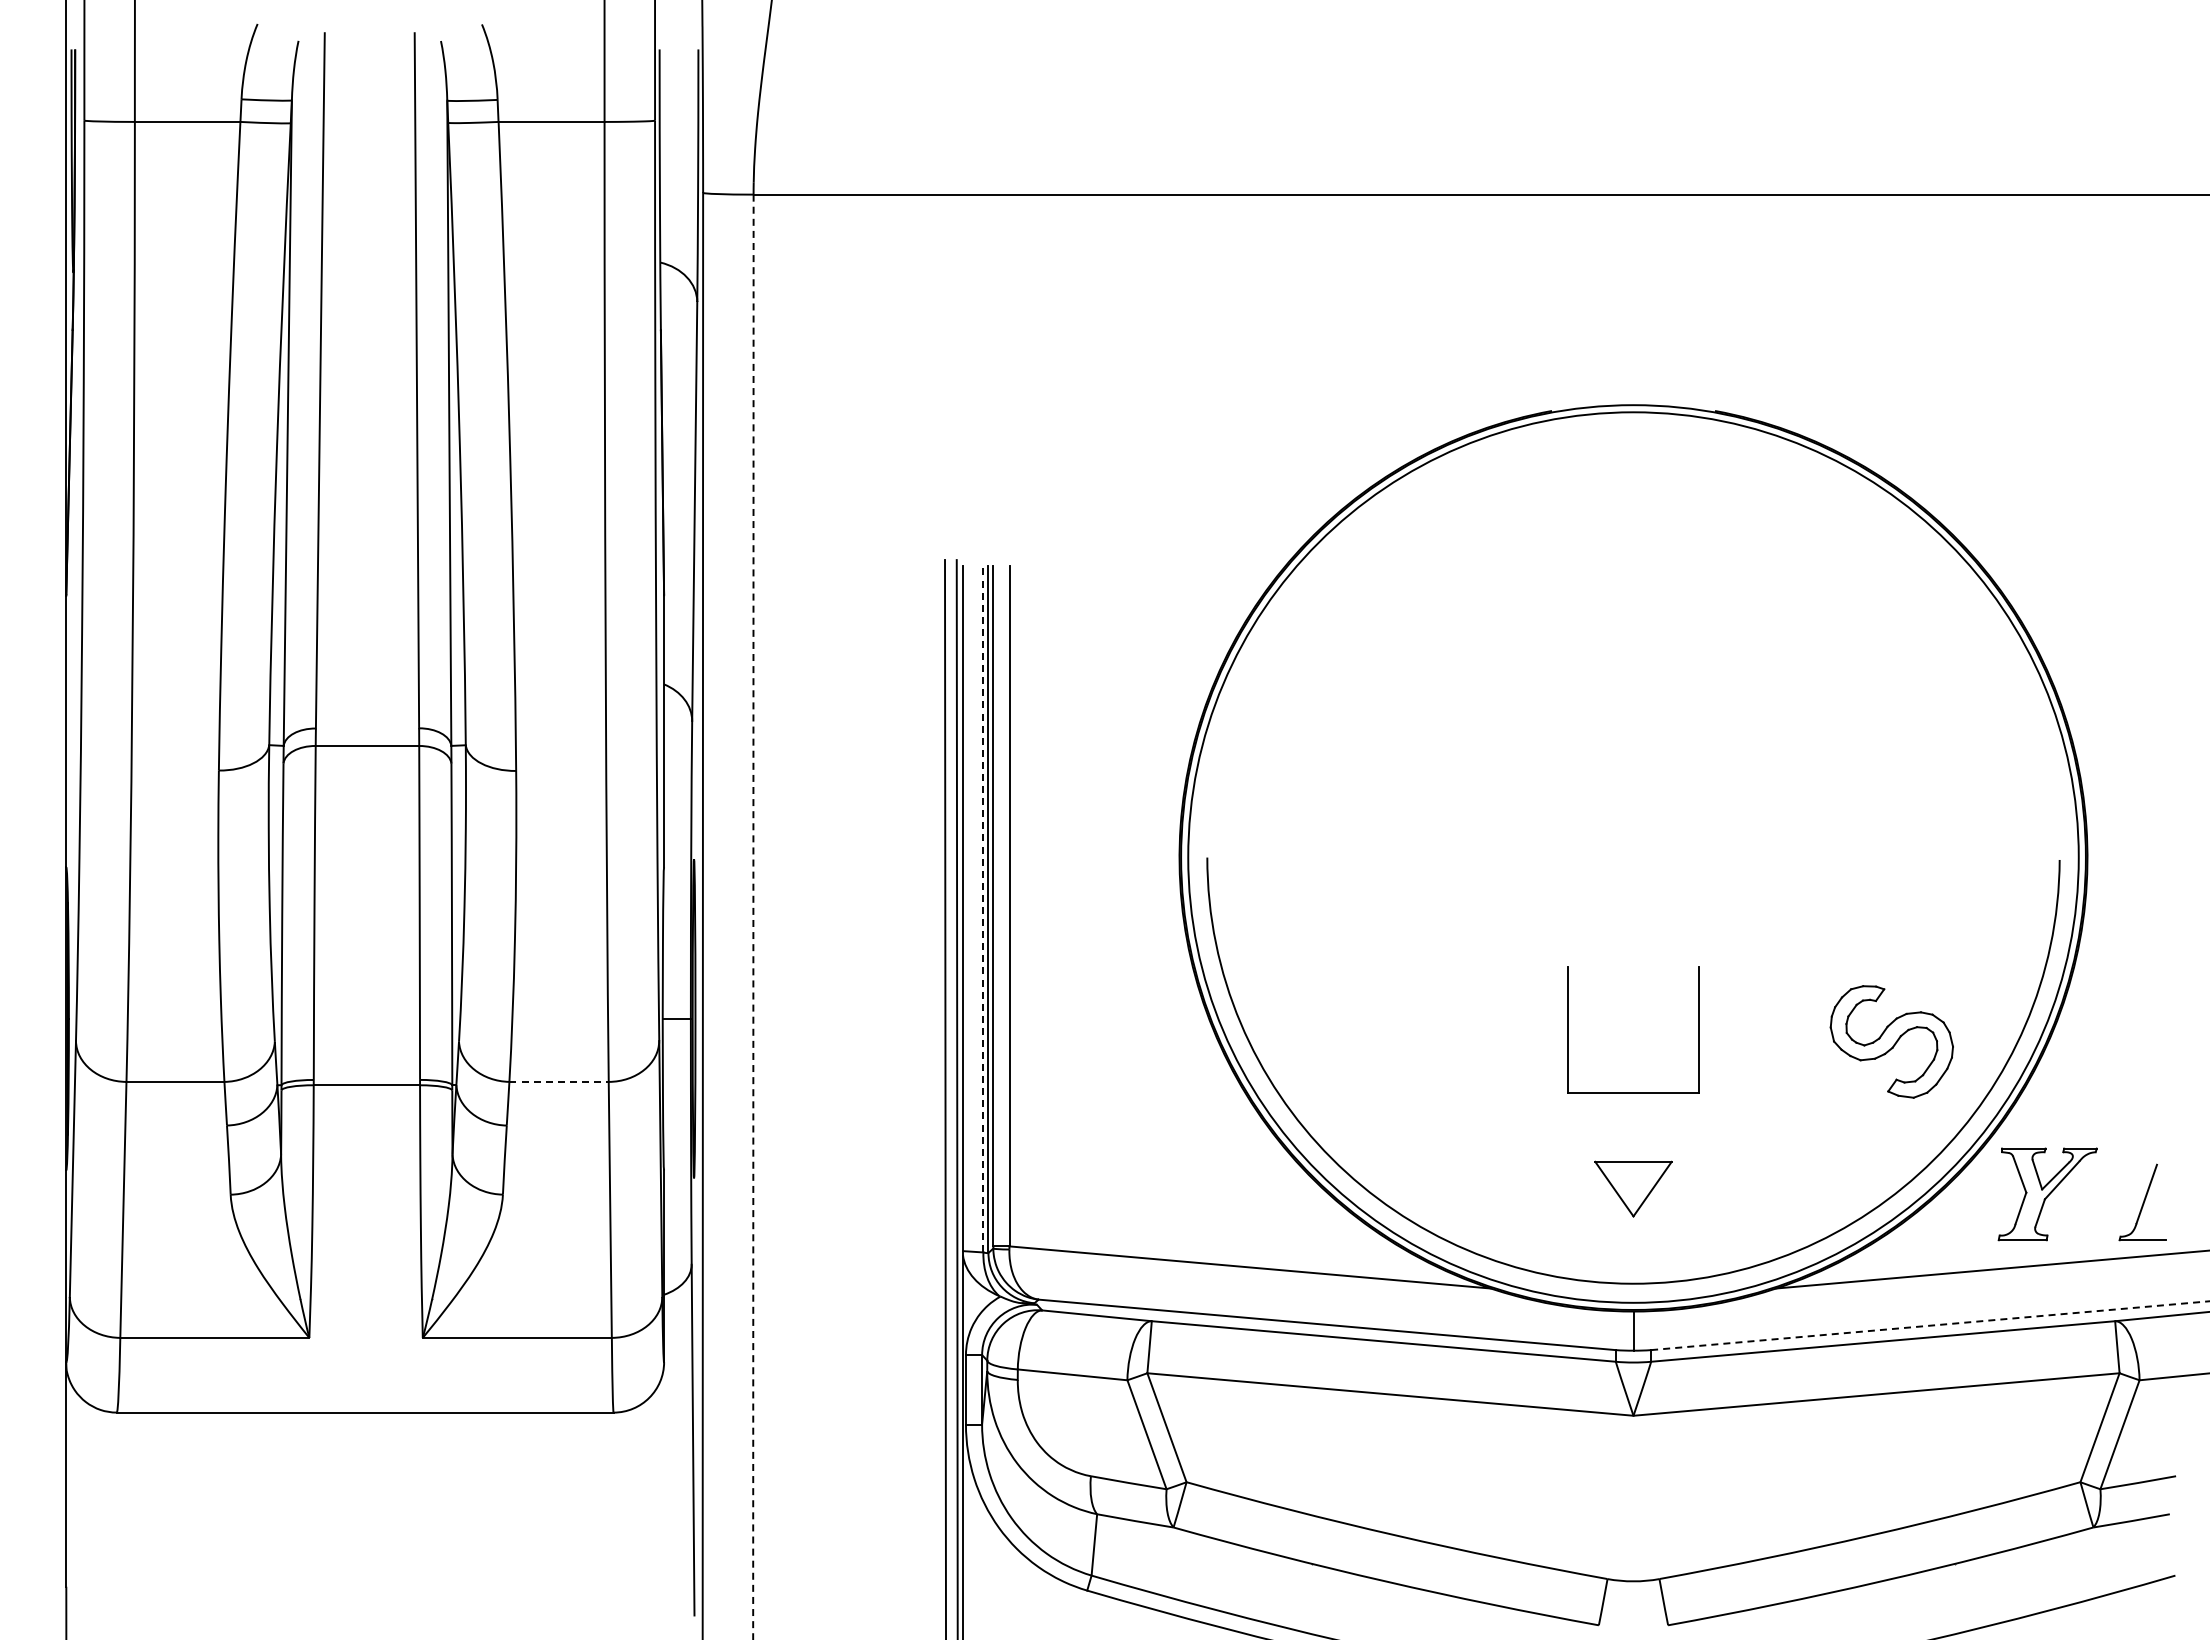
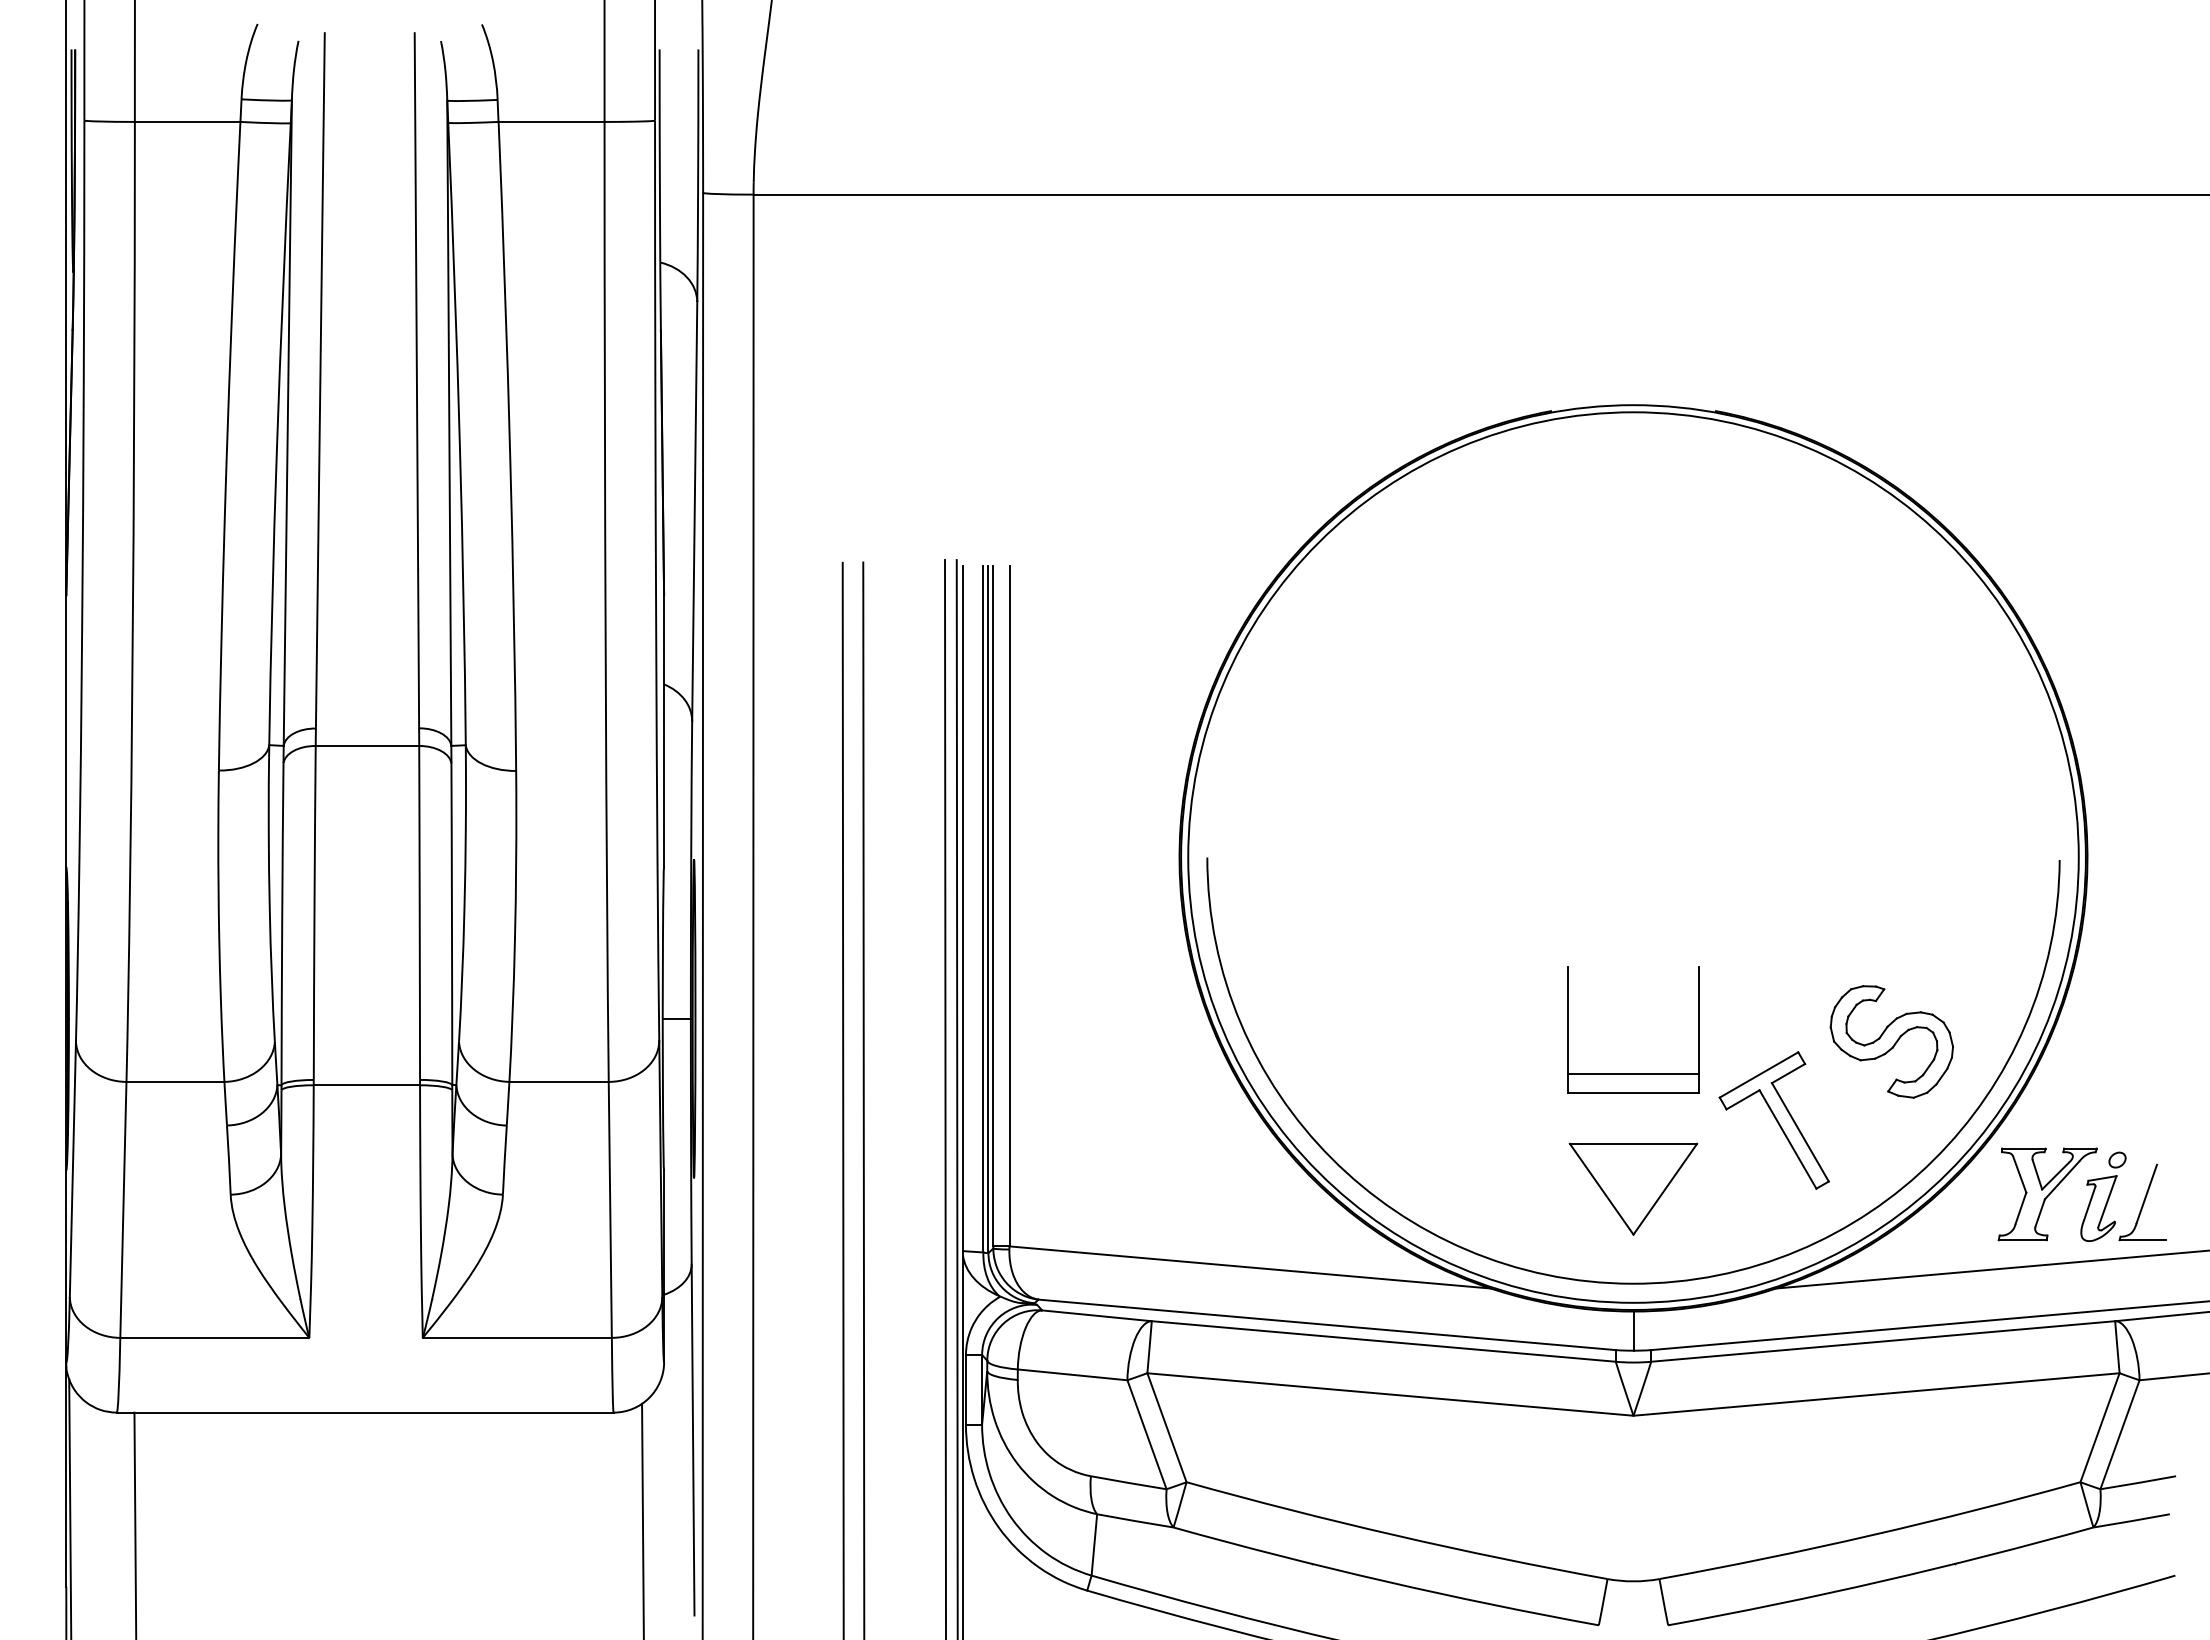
line at (983, 908): dashed -> solid
line at (753, 917): dashed -> solid
line at (1633, 1073): none -> present
line at (559, 1081): dashed -> solid
line at (842, 1099): none -> present
line at (863, 1099): none -> present
part at (1773, 1120): none -> present
part at (1633, 1188) size: 79x58 px -> 131x94 px
part at (2103, 1196): none -> present
line at (1930, 1325): dashed -> solid
line at (70, 1507): none -> present
line at (642, 1519): none -> present
line at (135, 1524): none -> present
